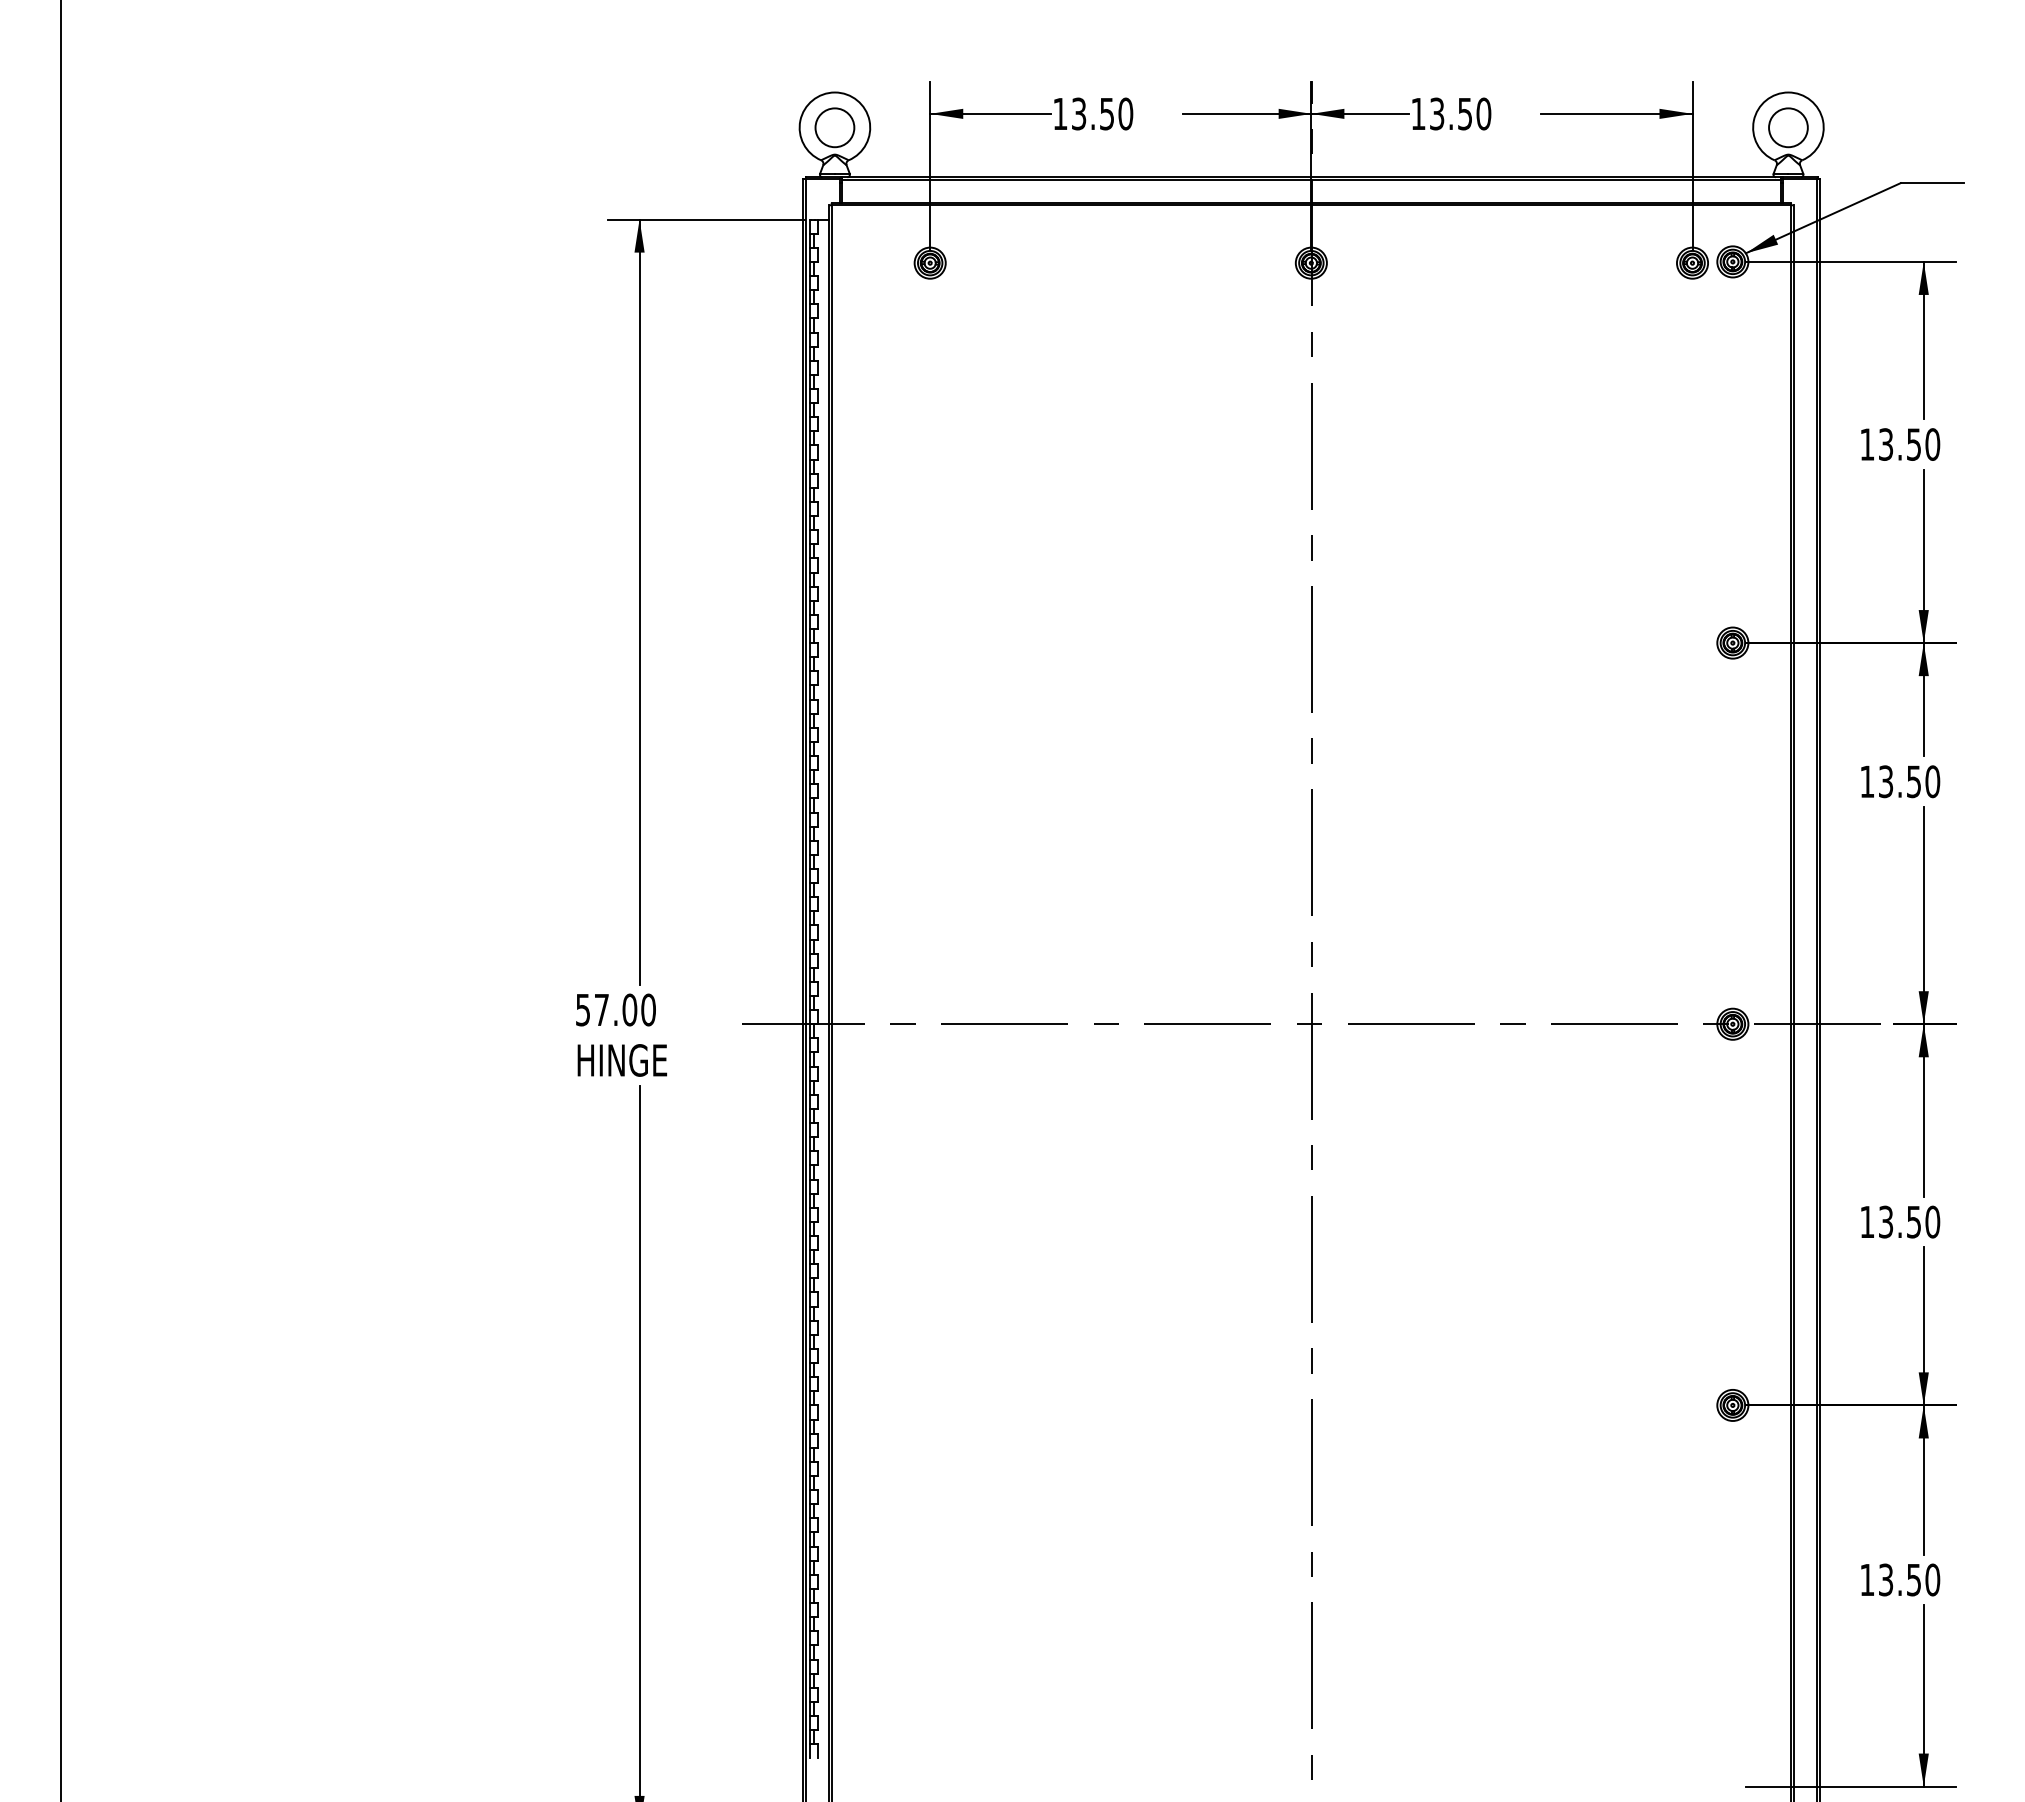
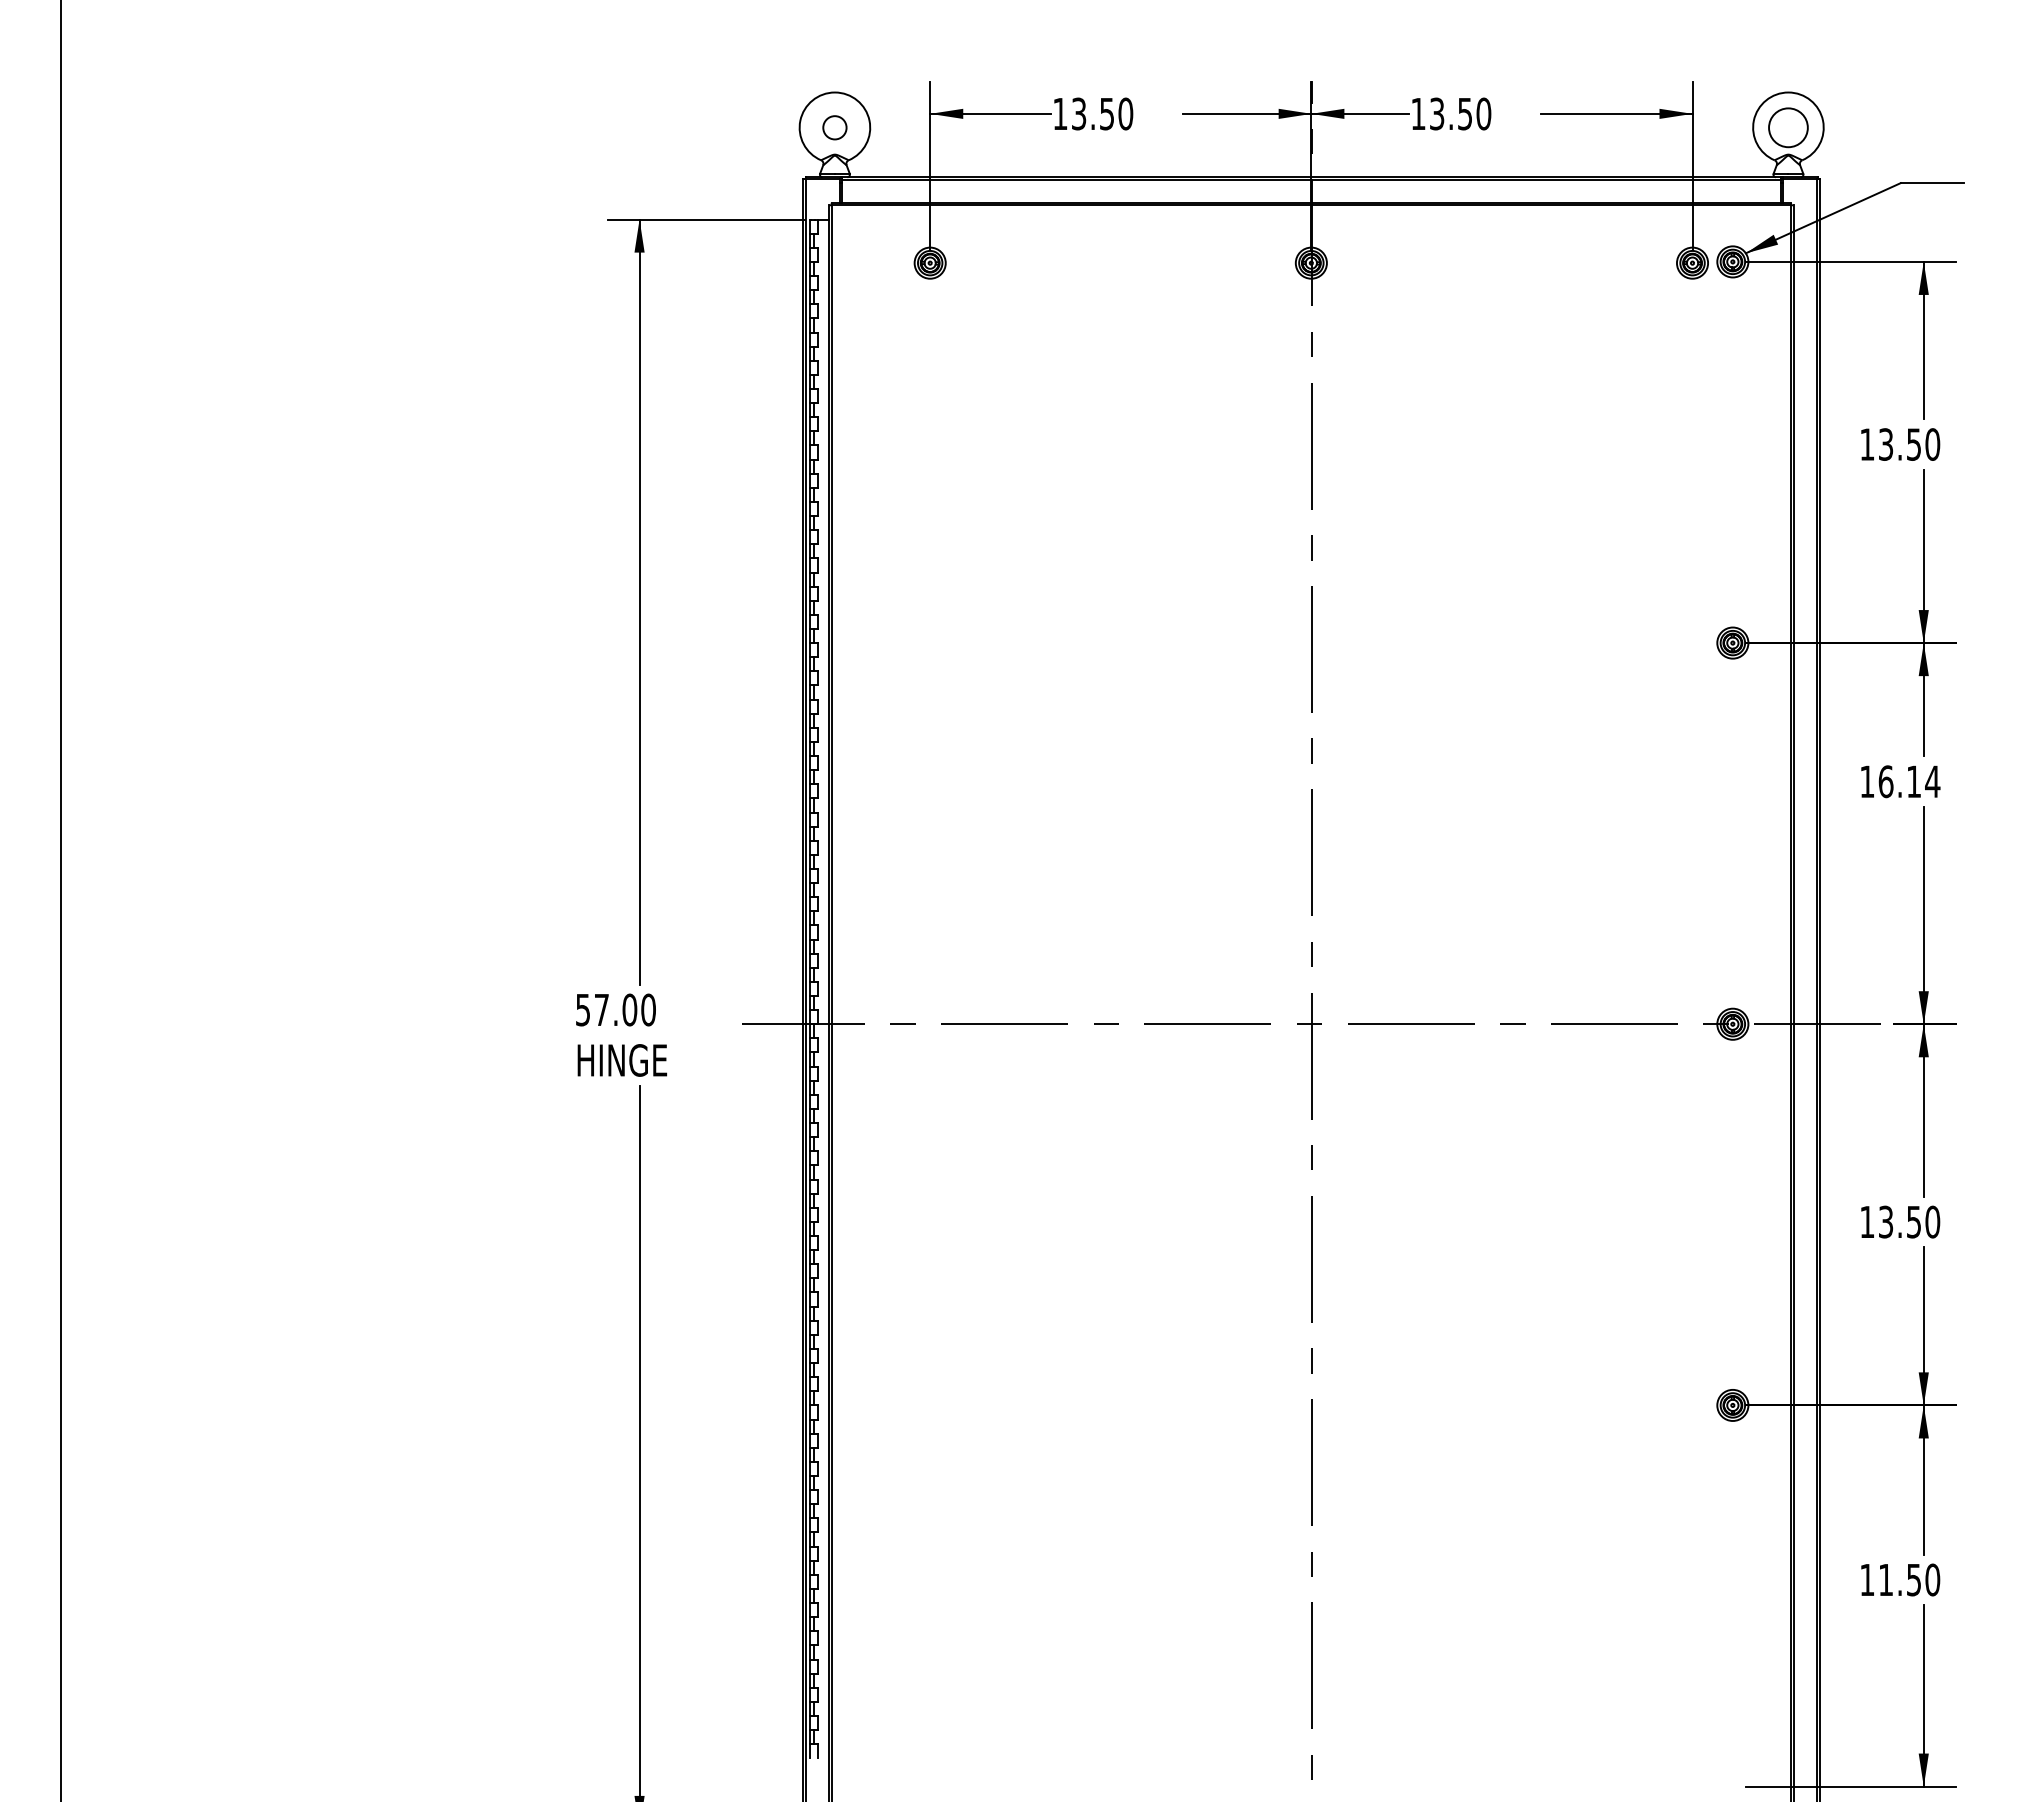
circle at (834, 127) diameter: 39 px -> 23 px
text at (1909, 781): 13.50 -> 16.14
text at (1886, 1579): 13.50 -> 11.50
